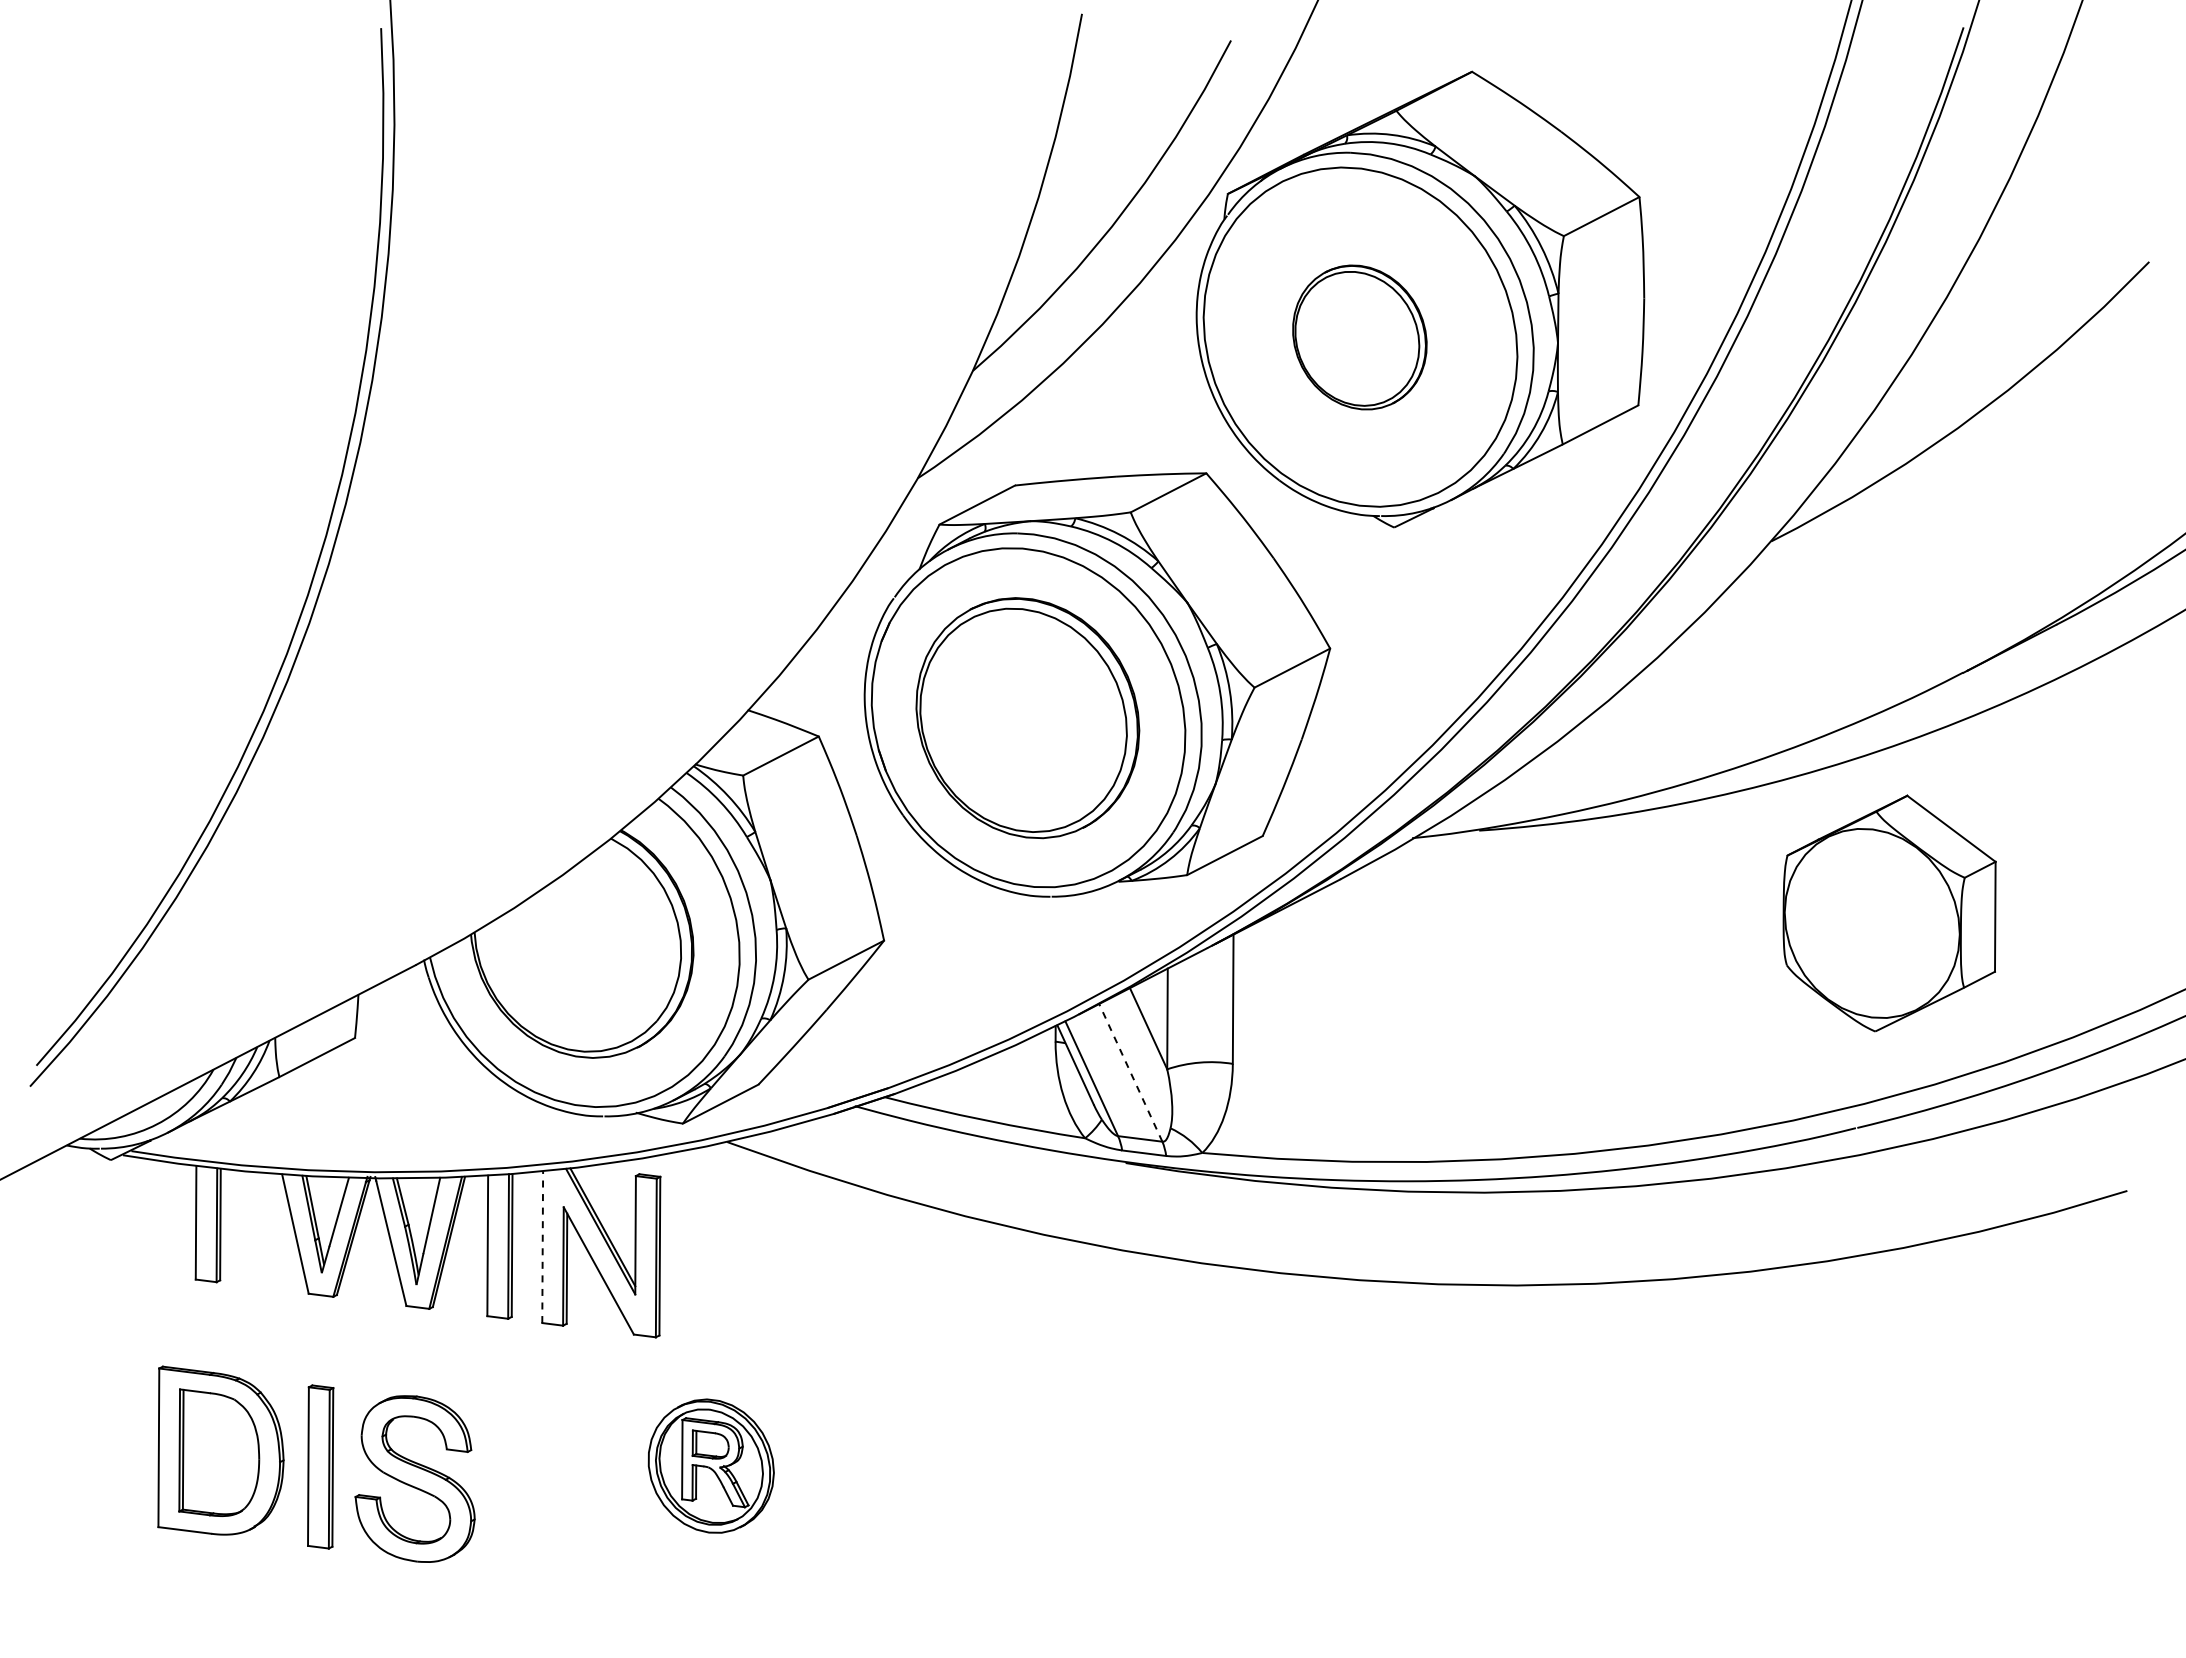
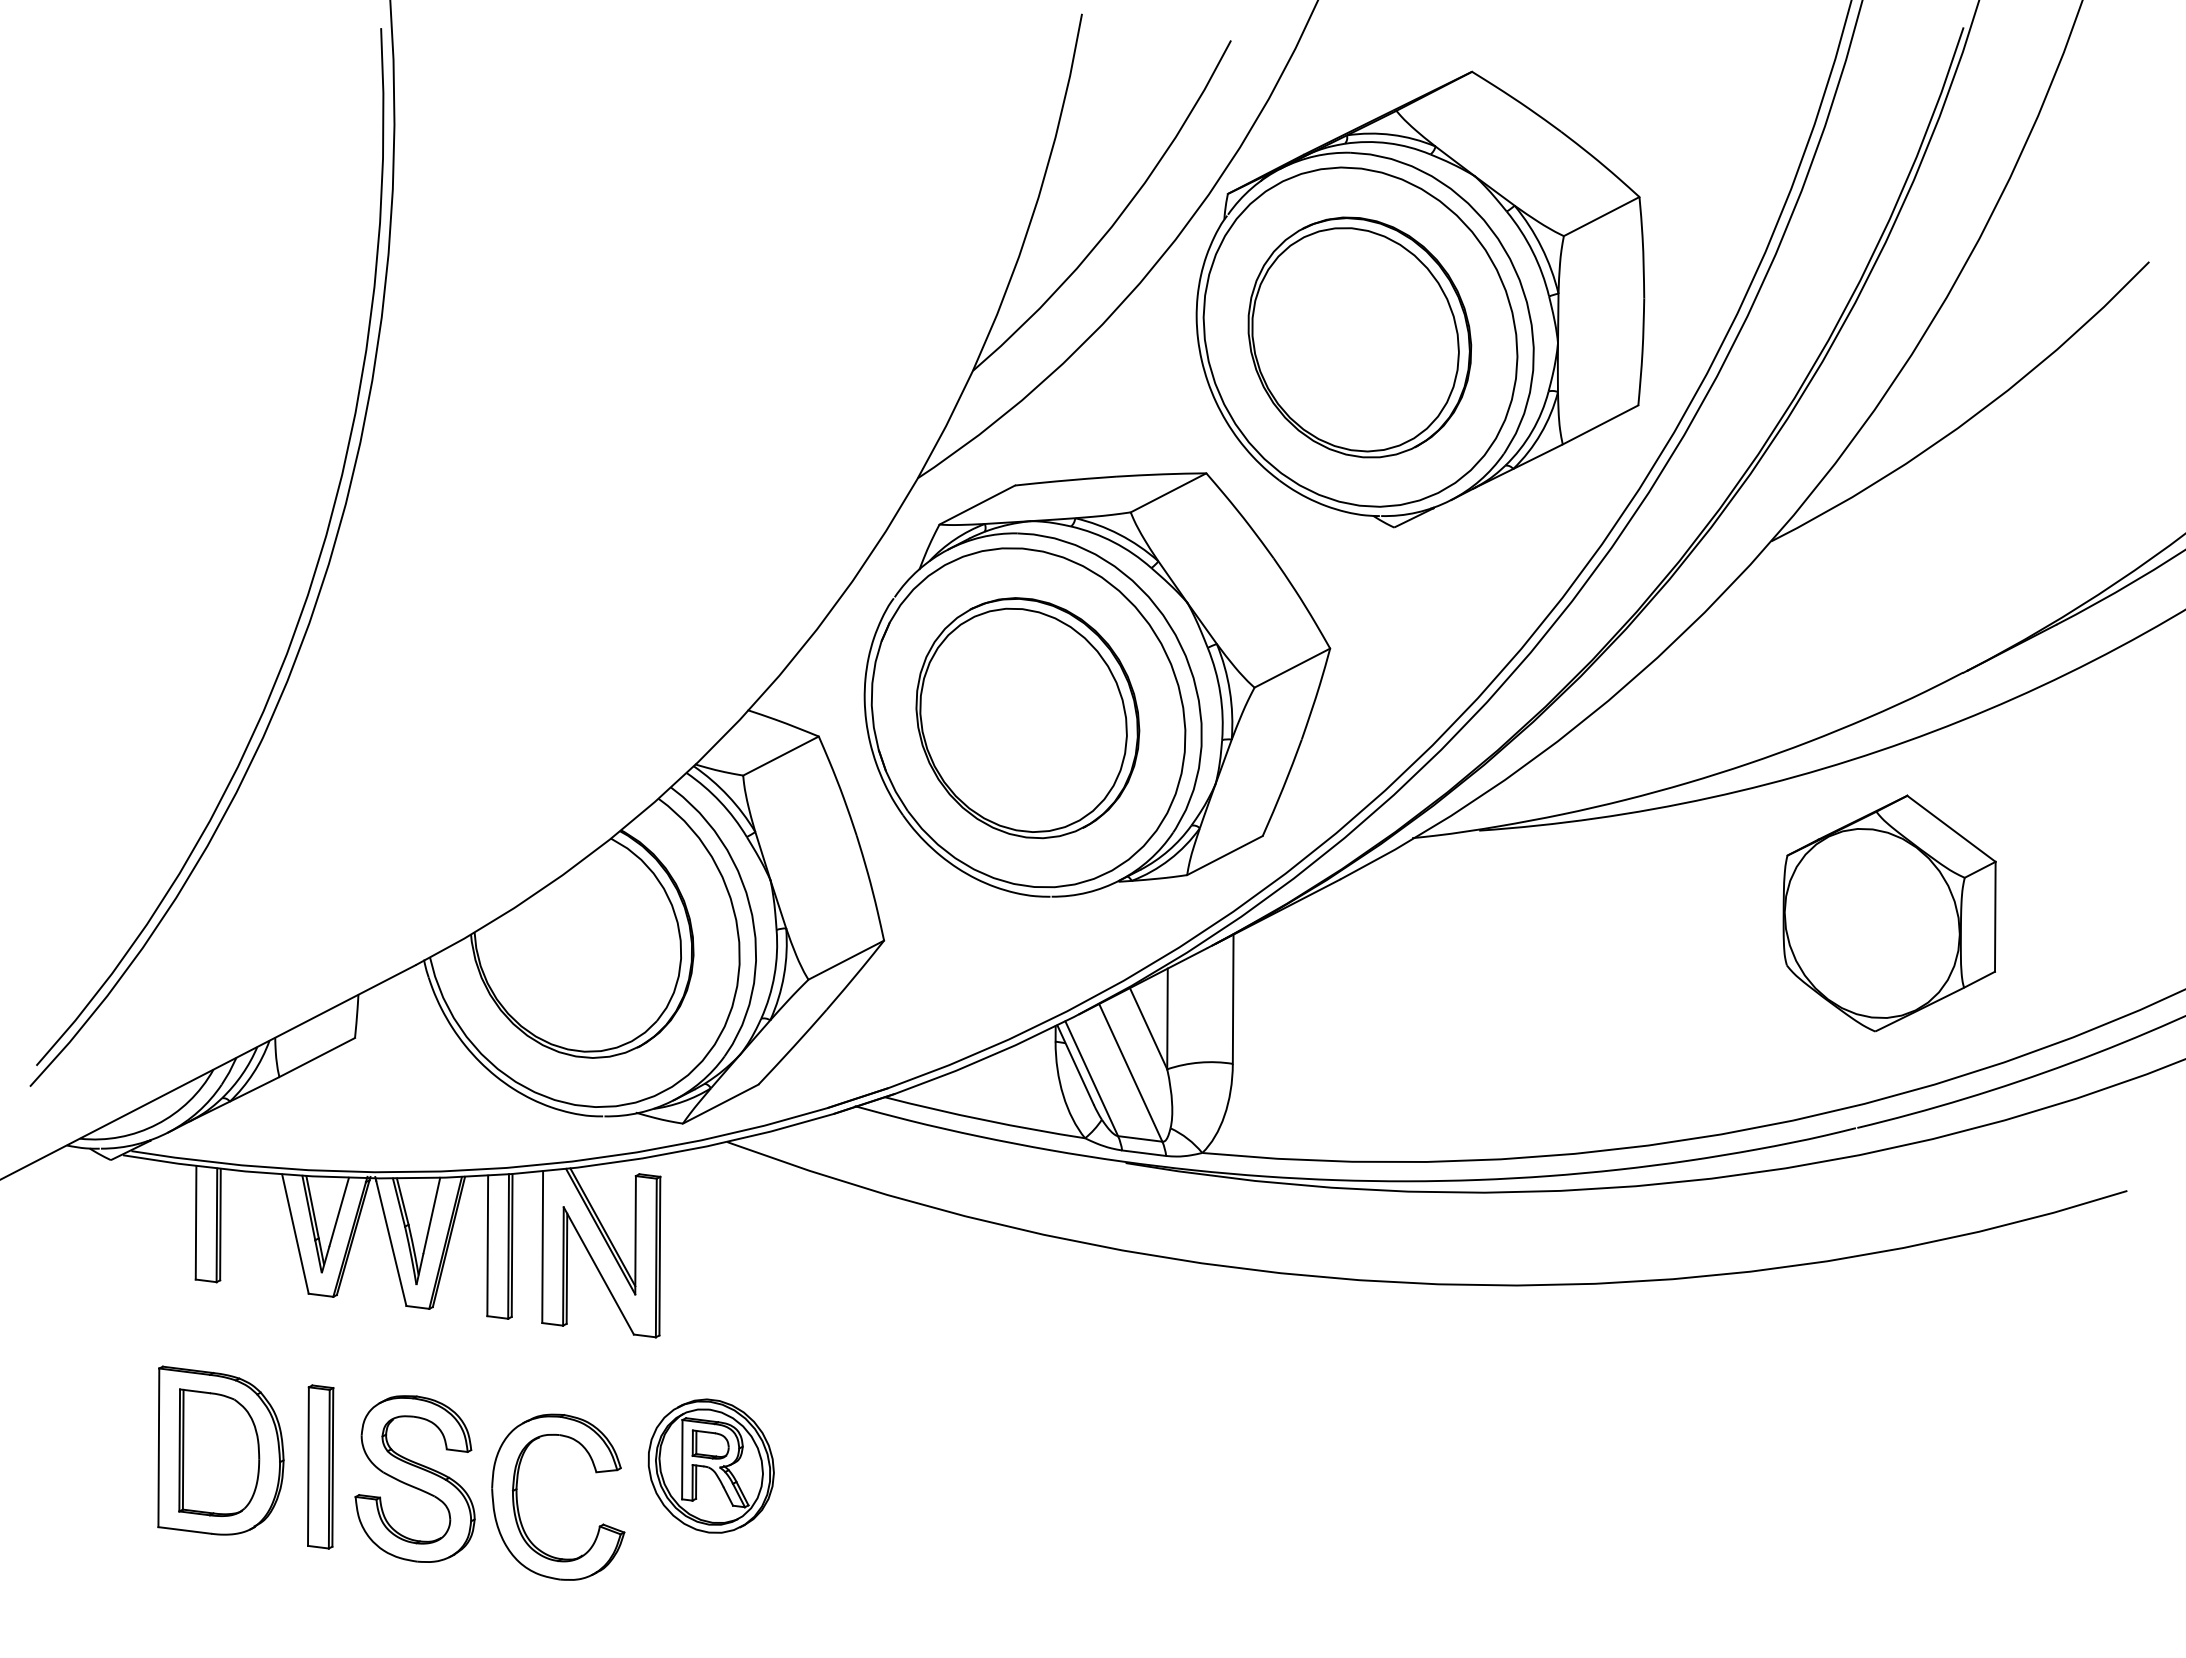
part at (1359, 337) size: 136x147 px -> 226x243 px
line at (1130, 1072): dashed -> solid
line at (542, 1247): dashed -> solid
part at (518, 1503): none -> present
